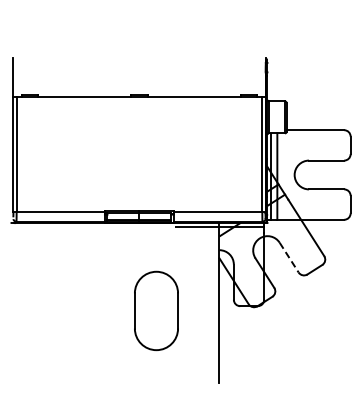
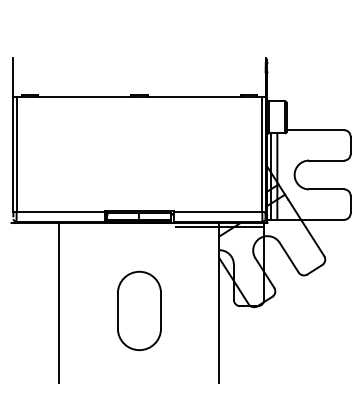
line at (289, 257): dashed -> solid
line at (59, 302): none -> present
part at (156, 310) position: (156, 310) -> (139, 310)
